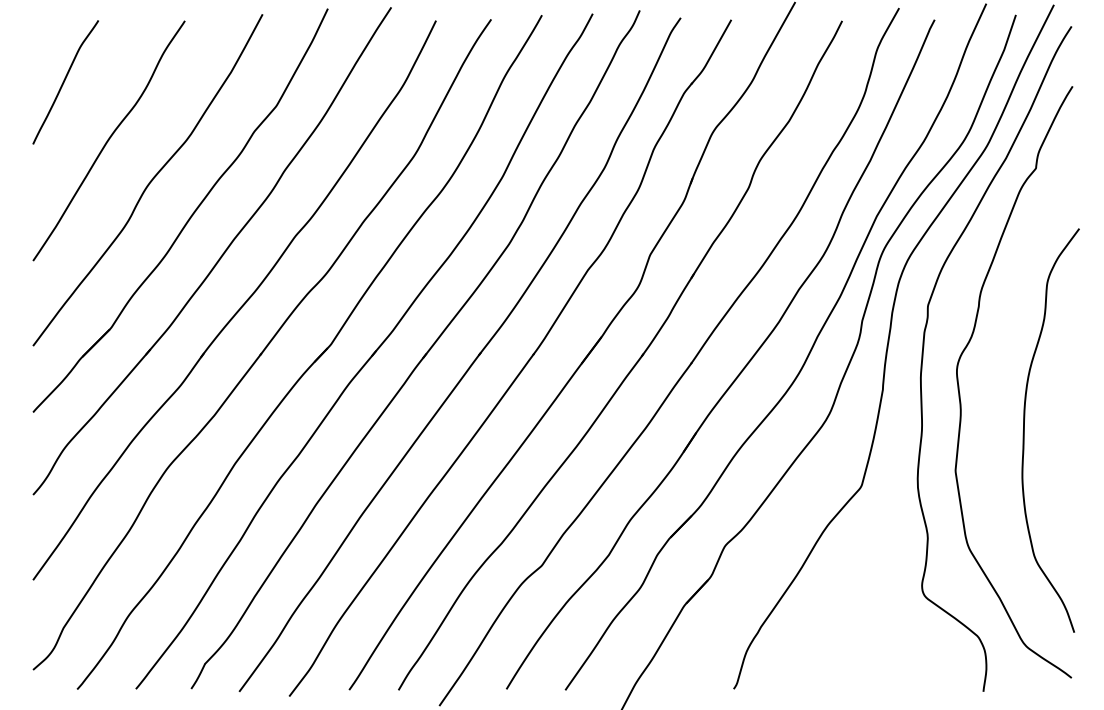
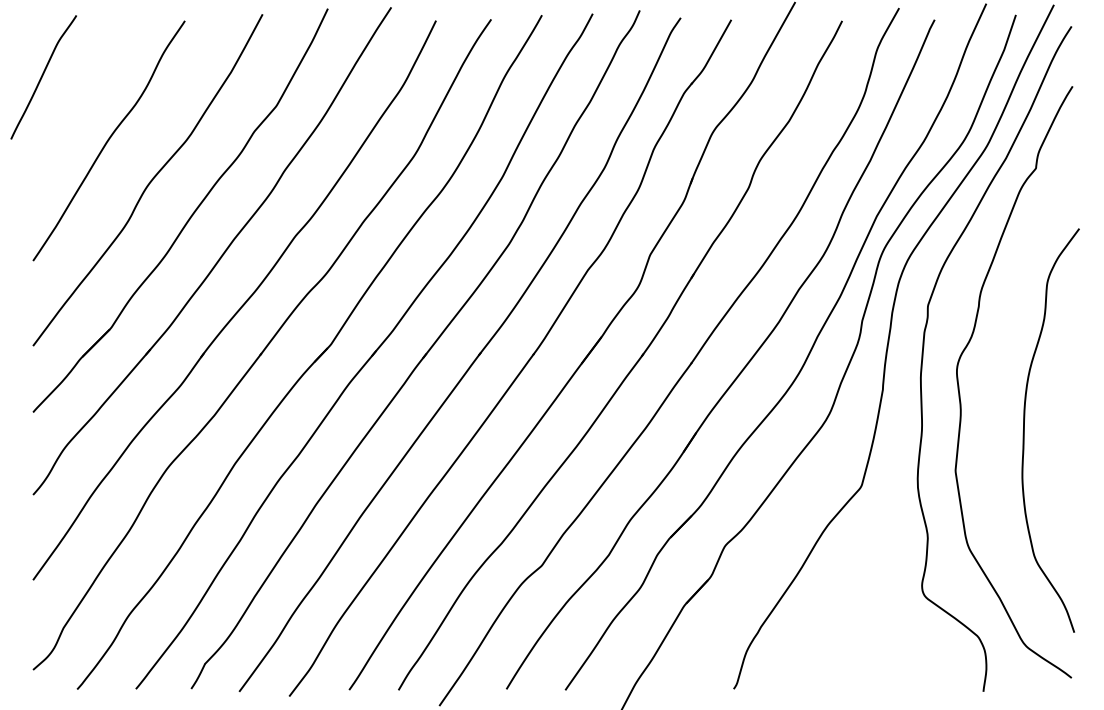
curve at (64, 82) position: (64, 82) -> (42, 77)
